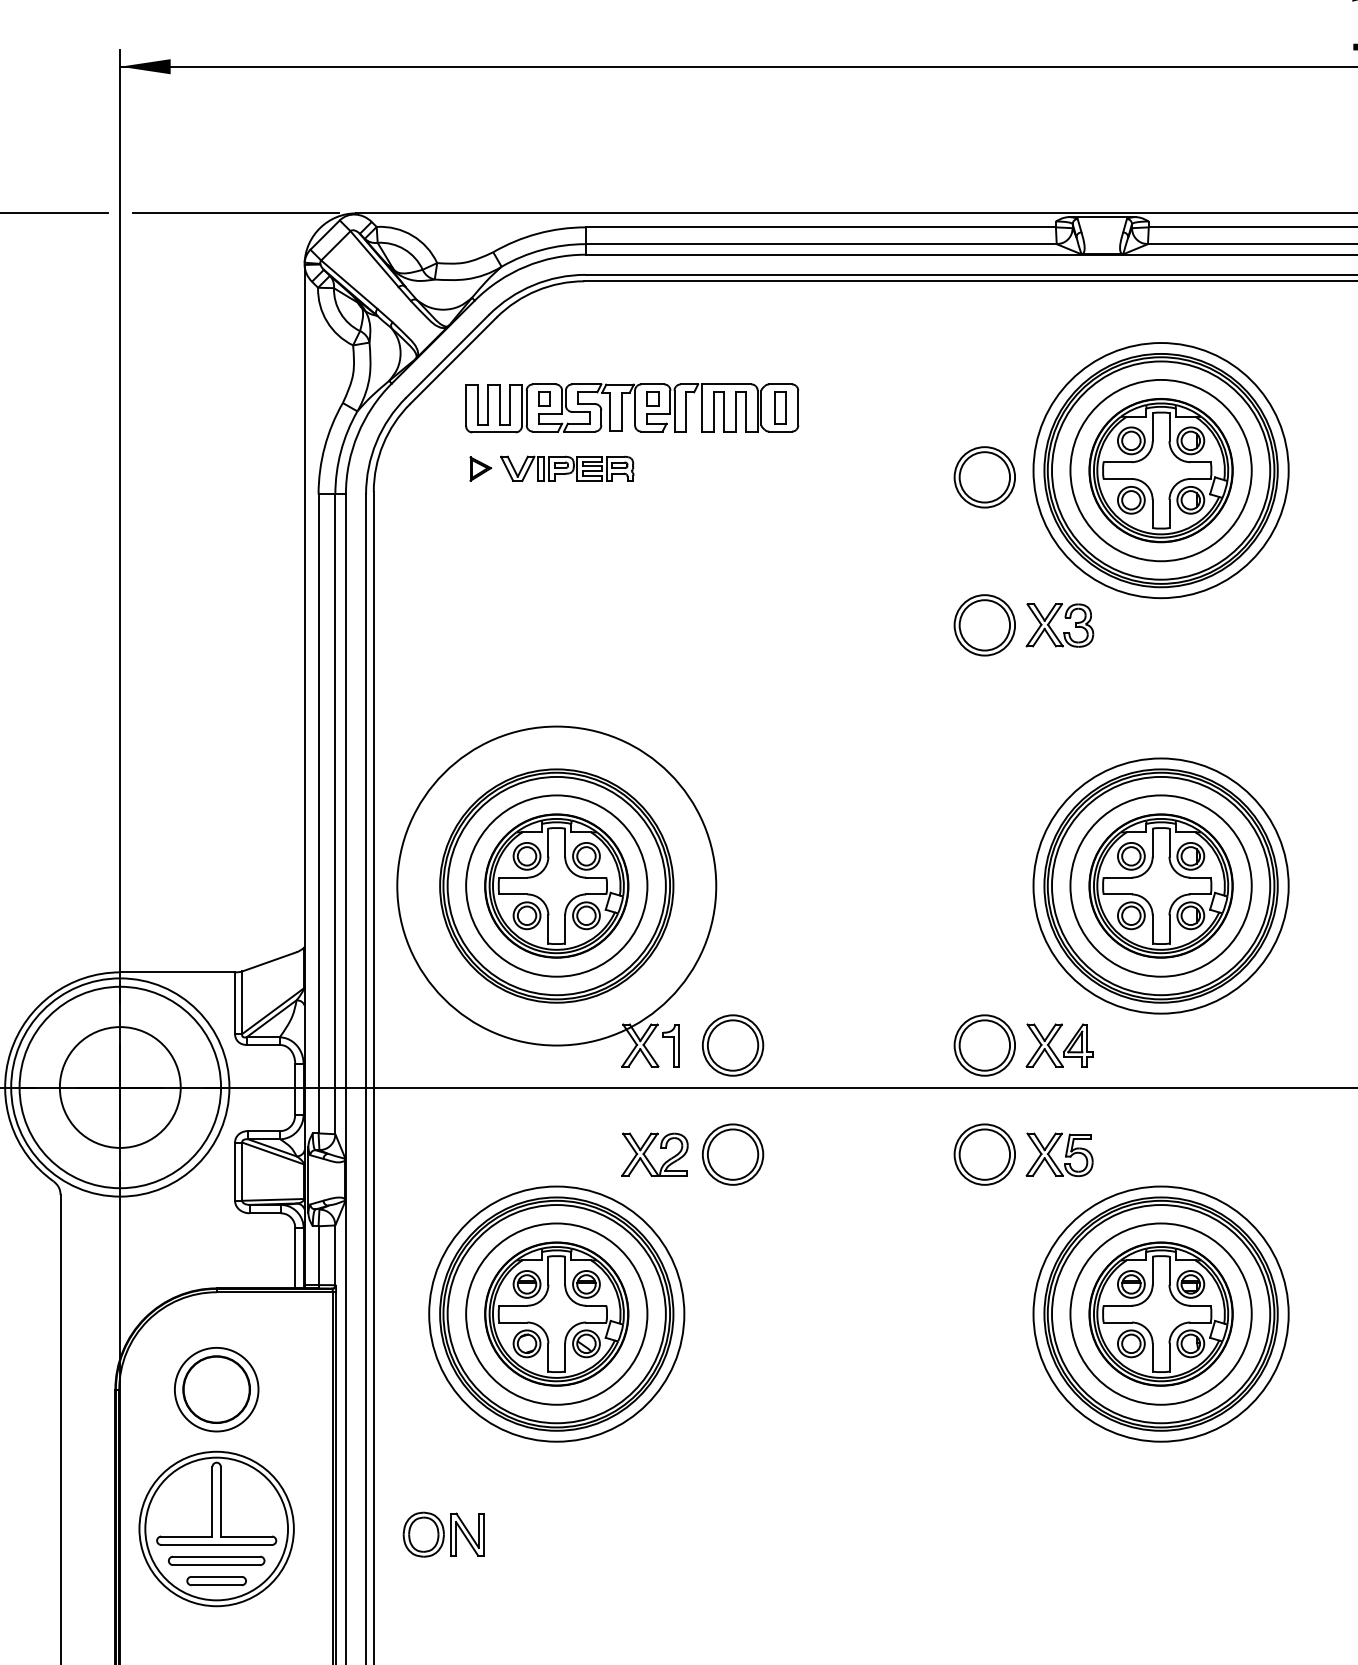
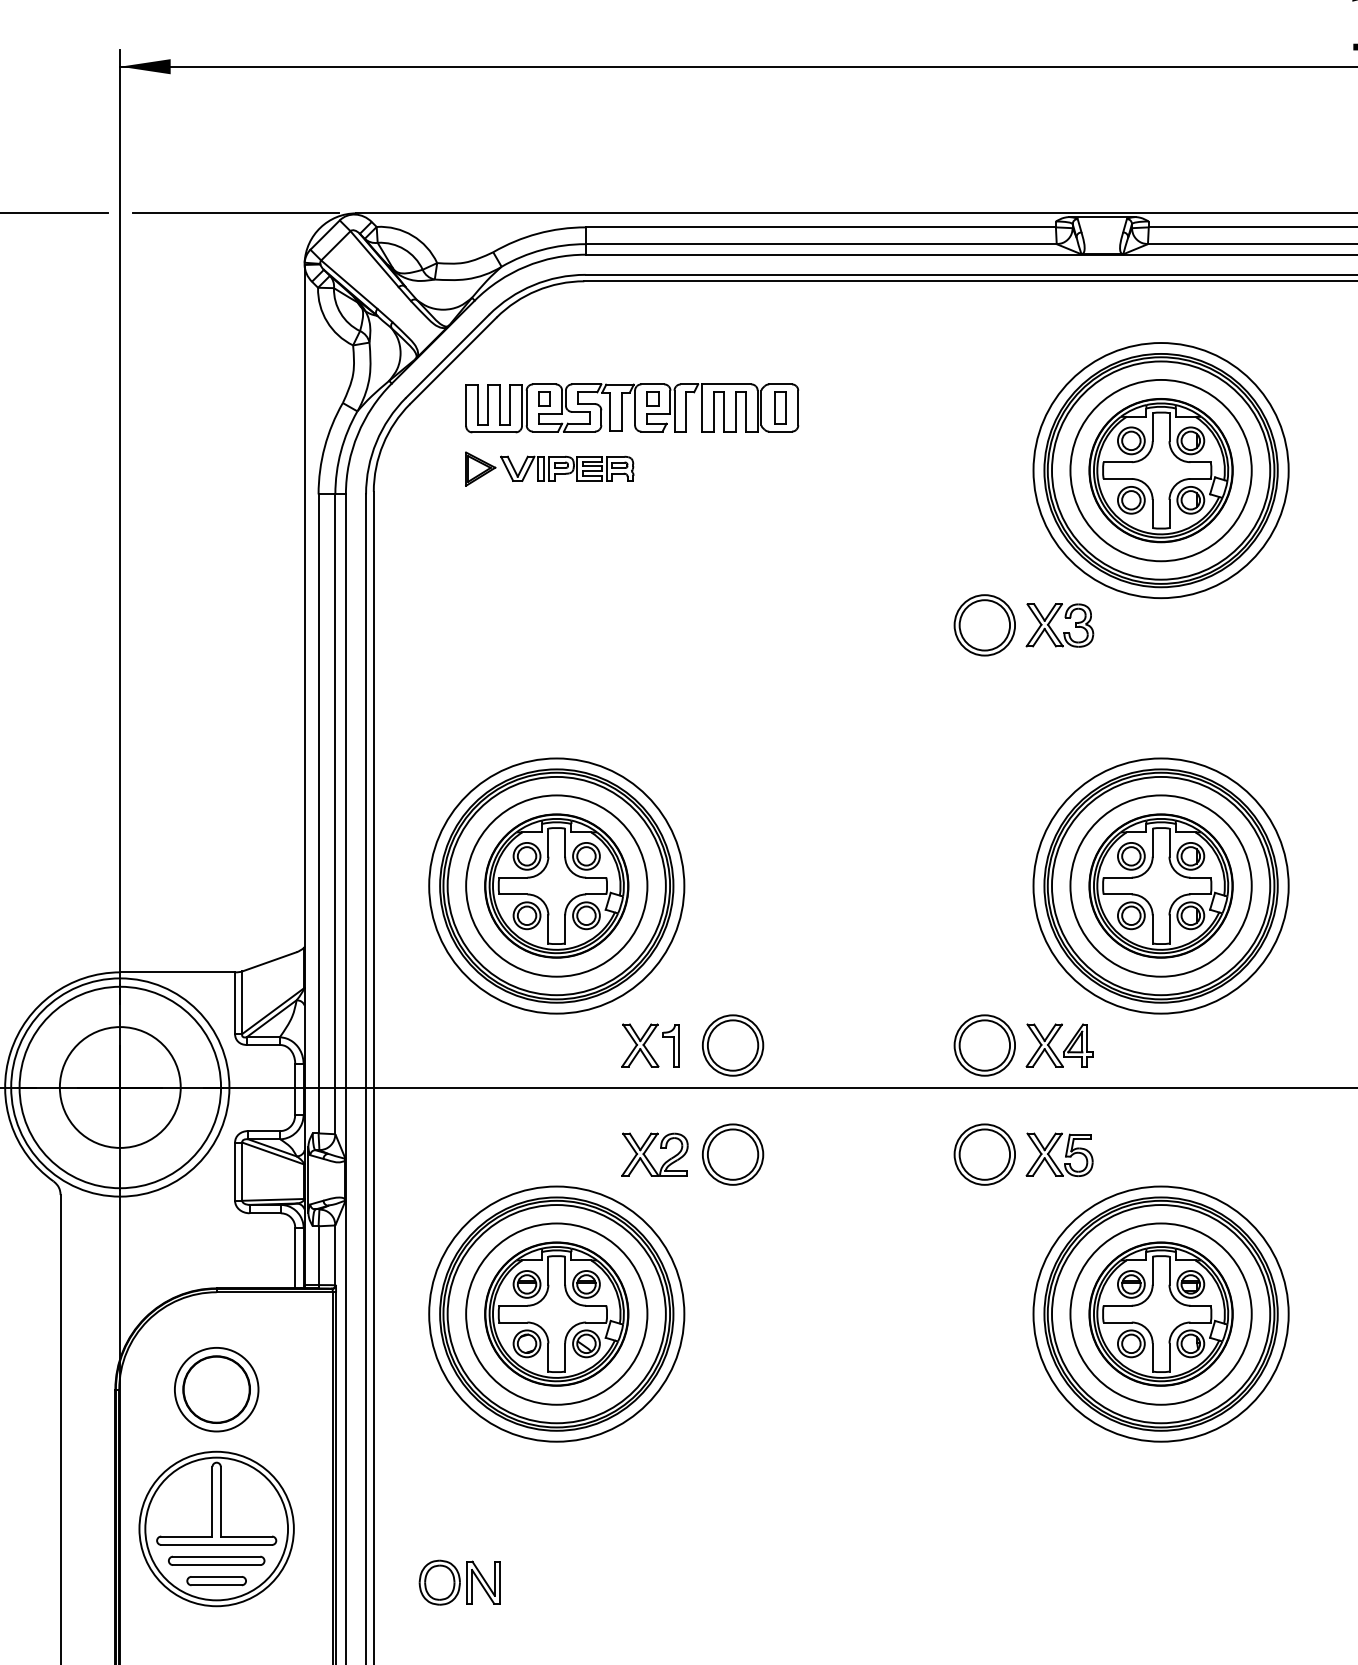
part at (480, 468) size: 24x26 px -> 32x36 px
part at (984, 477): present -> none
circle at (556, 885) diameter: 319 px -> 255 px
part at (443, 1534) position: (443, 1534) -> (459, 1582)
